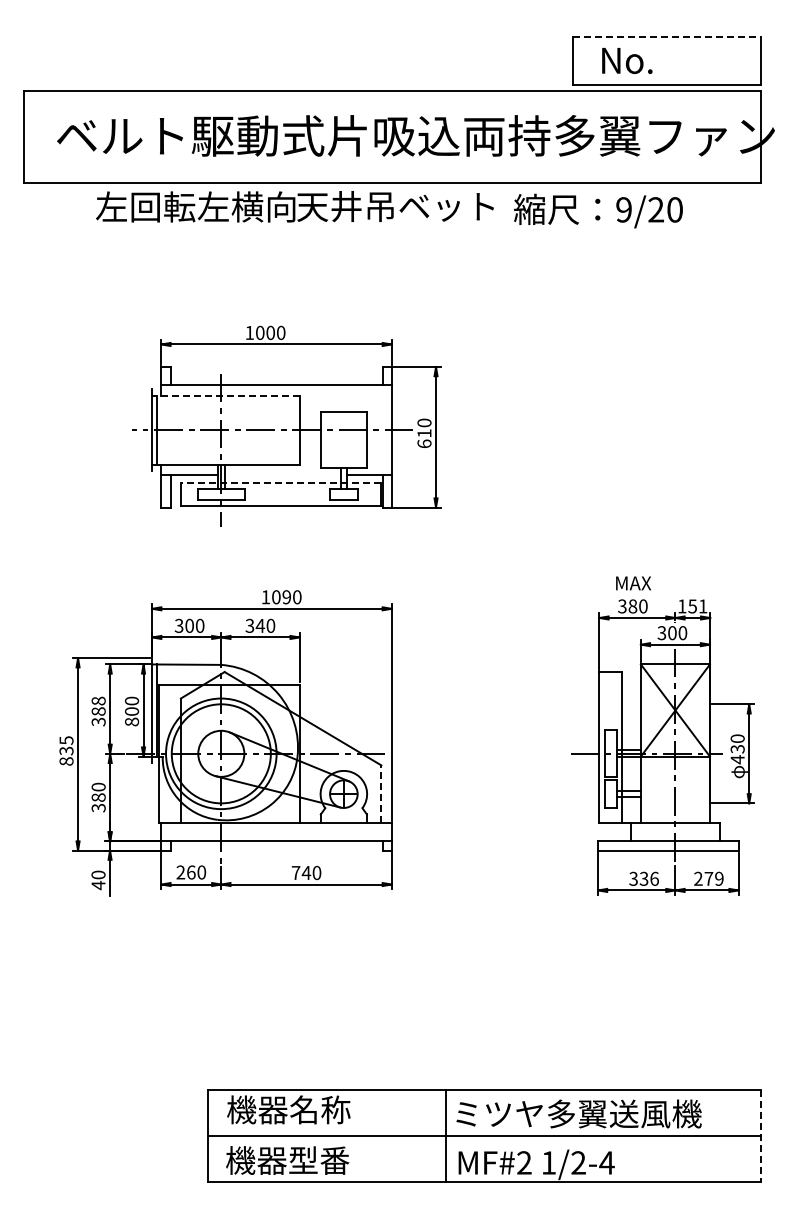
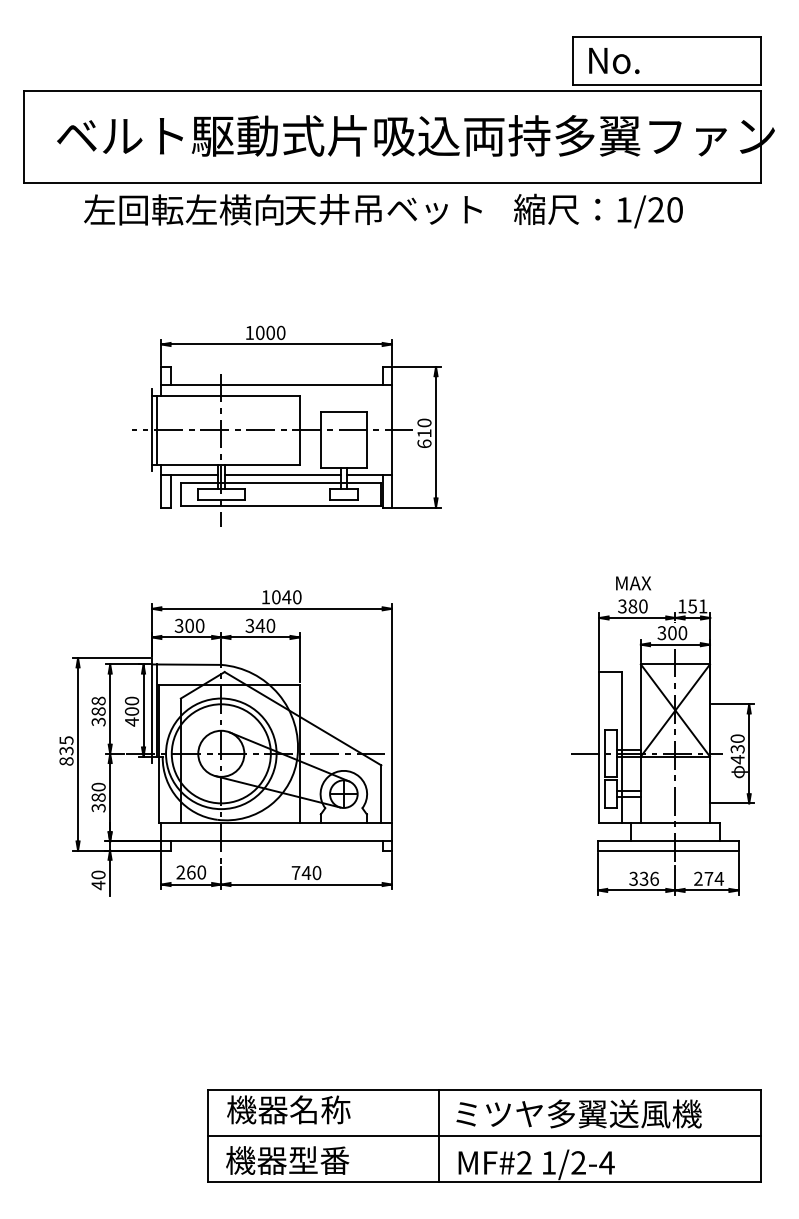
line at (667, 36): dashed -> solid
text at (627, 61) position: (627, 61) -> (614, 61)
text at (294, 206) position: (294, 206) -> (282, 209)
text at (623, 209): 9/20 -> 1/20
line at (225, 395): dashed -> solid
line at (282, 474): none -> present
line at (280, 483): dashed -> solid
text at (286, 597): 1090 -> 1040
text at (132, 721): 800 -> 400
line at (381, 794): dashed -> solid
text at (718, 878): 279 -> 274
line at (445, 1136) position: (445, 1136) -> (438, 1136)
line at (761, 1136): dashed -> solid
